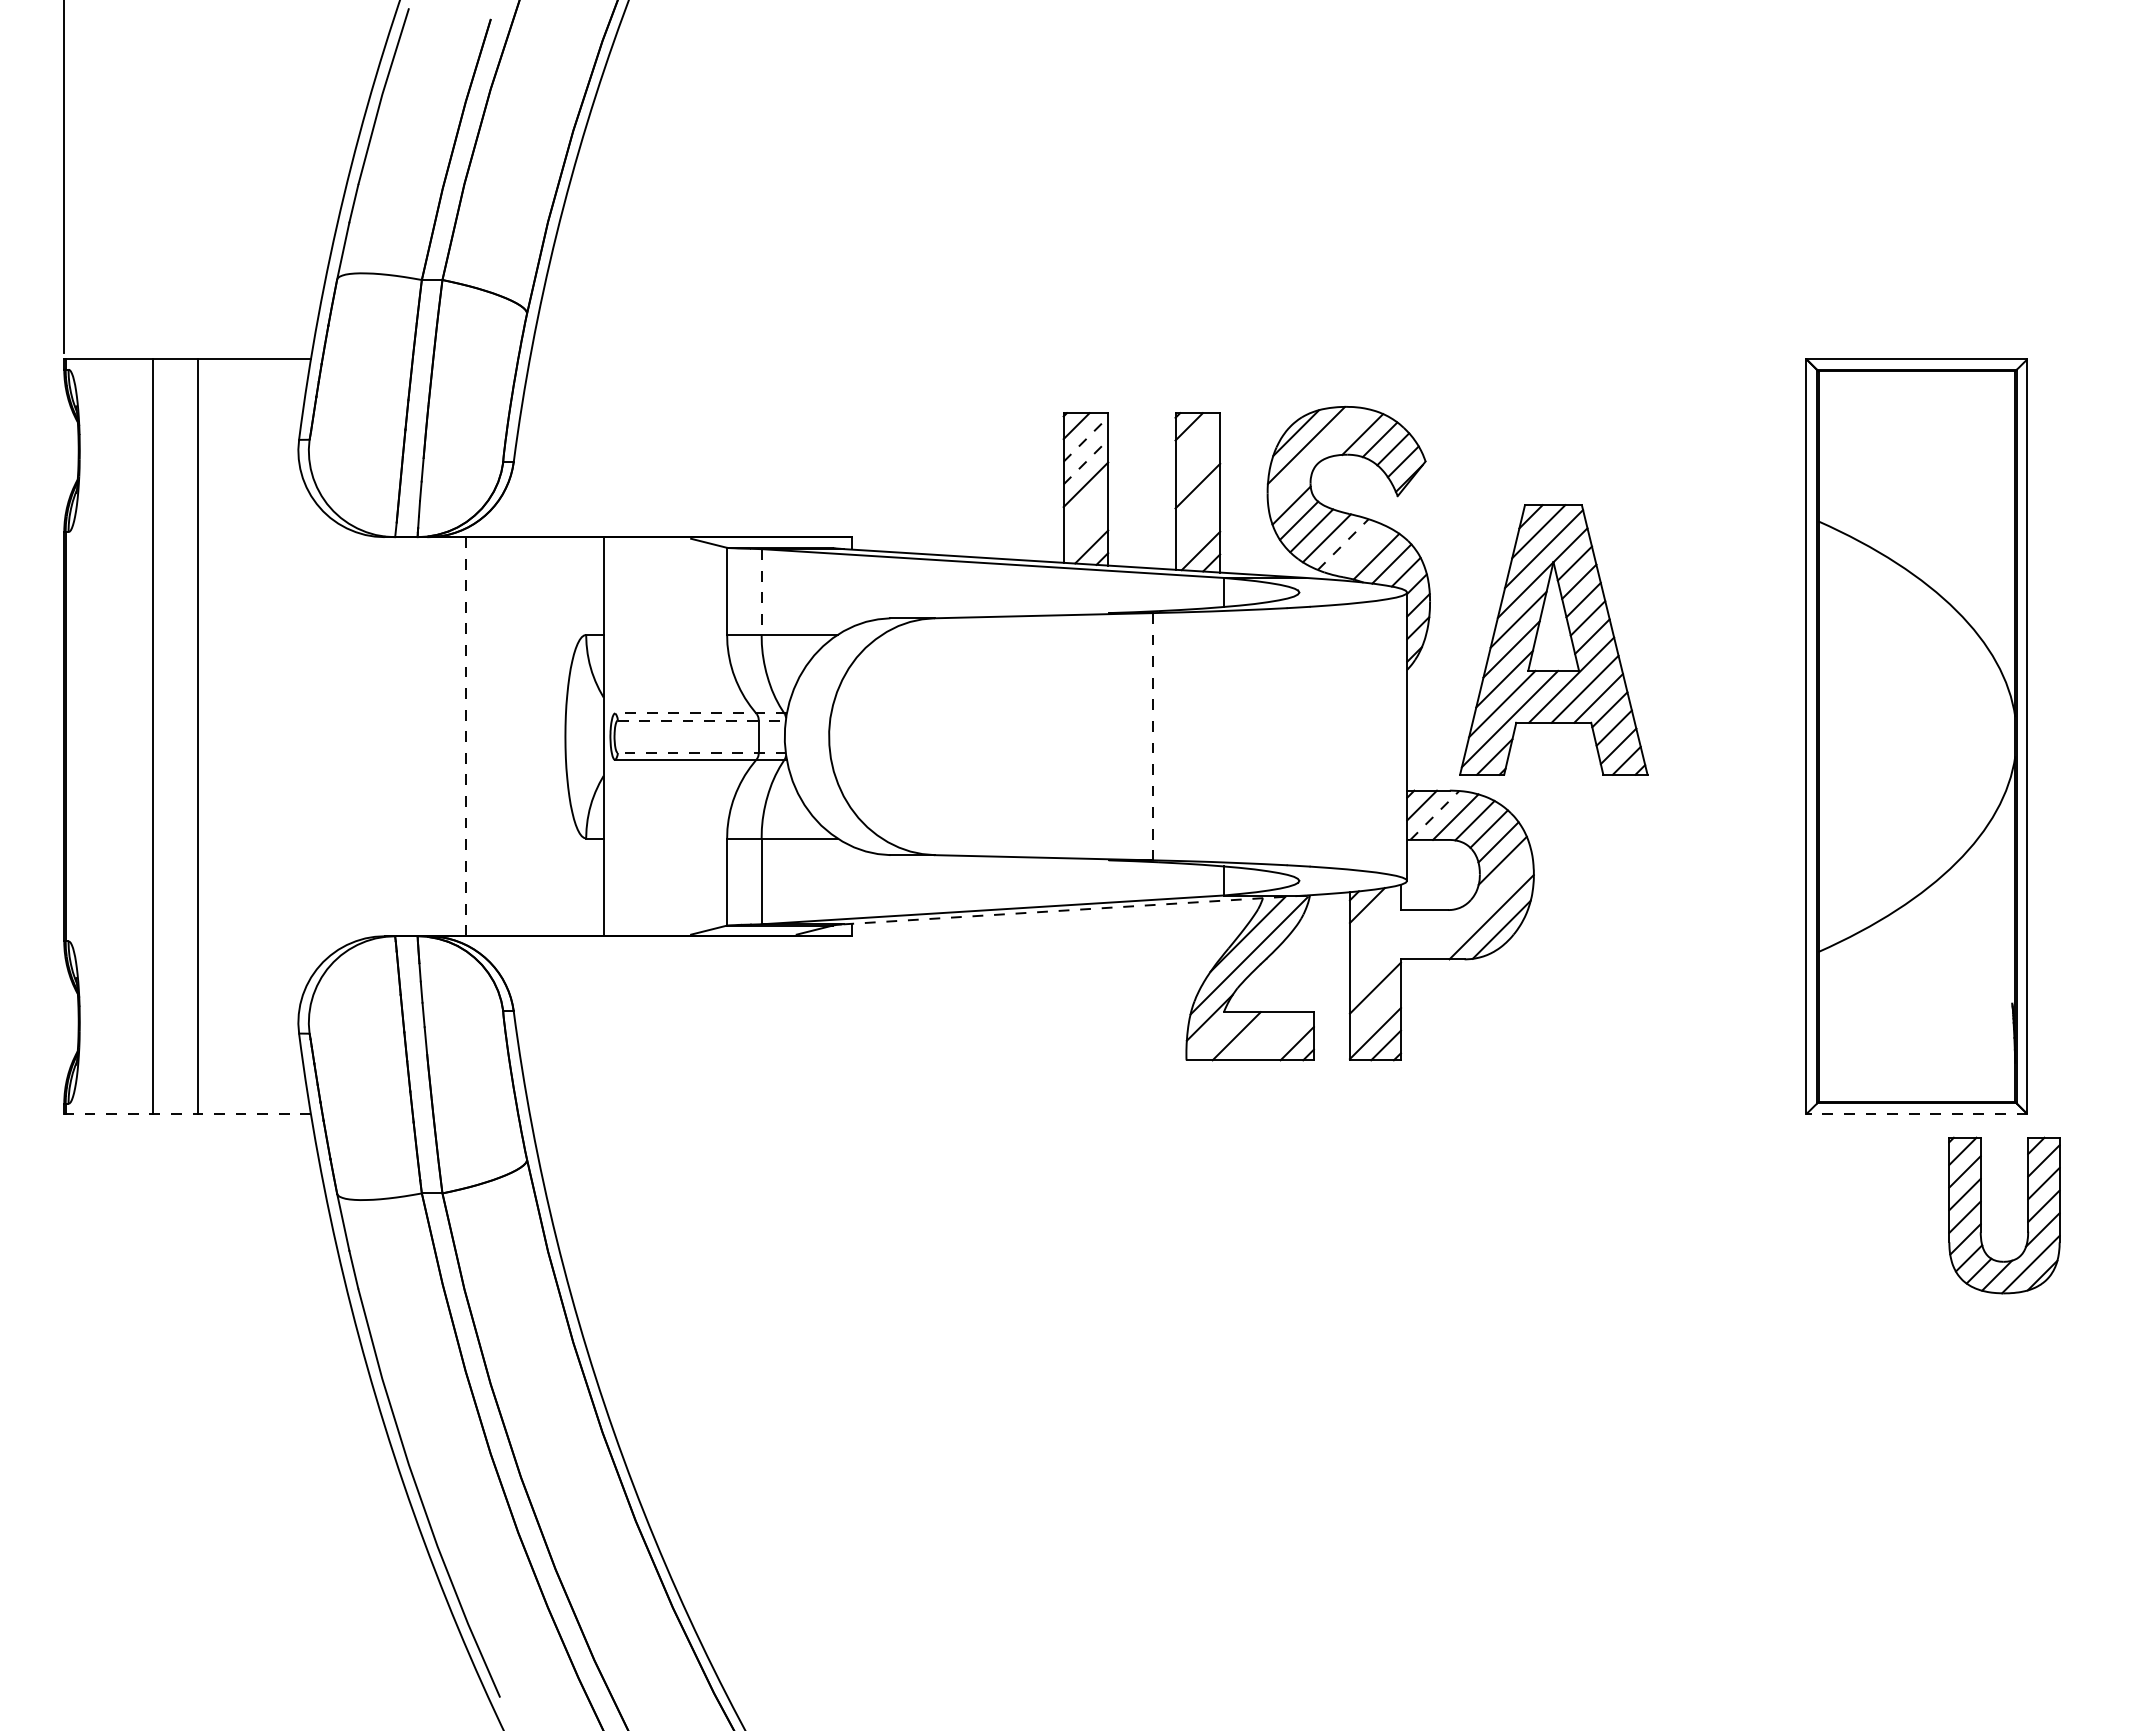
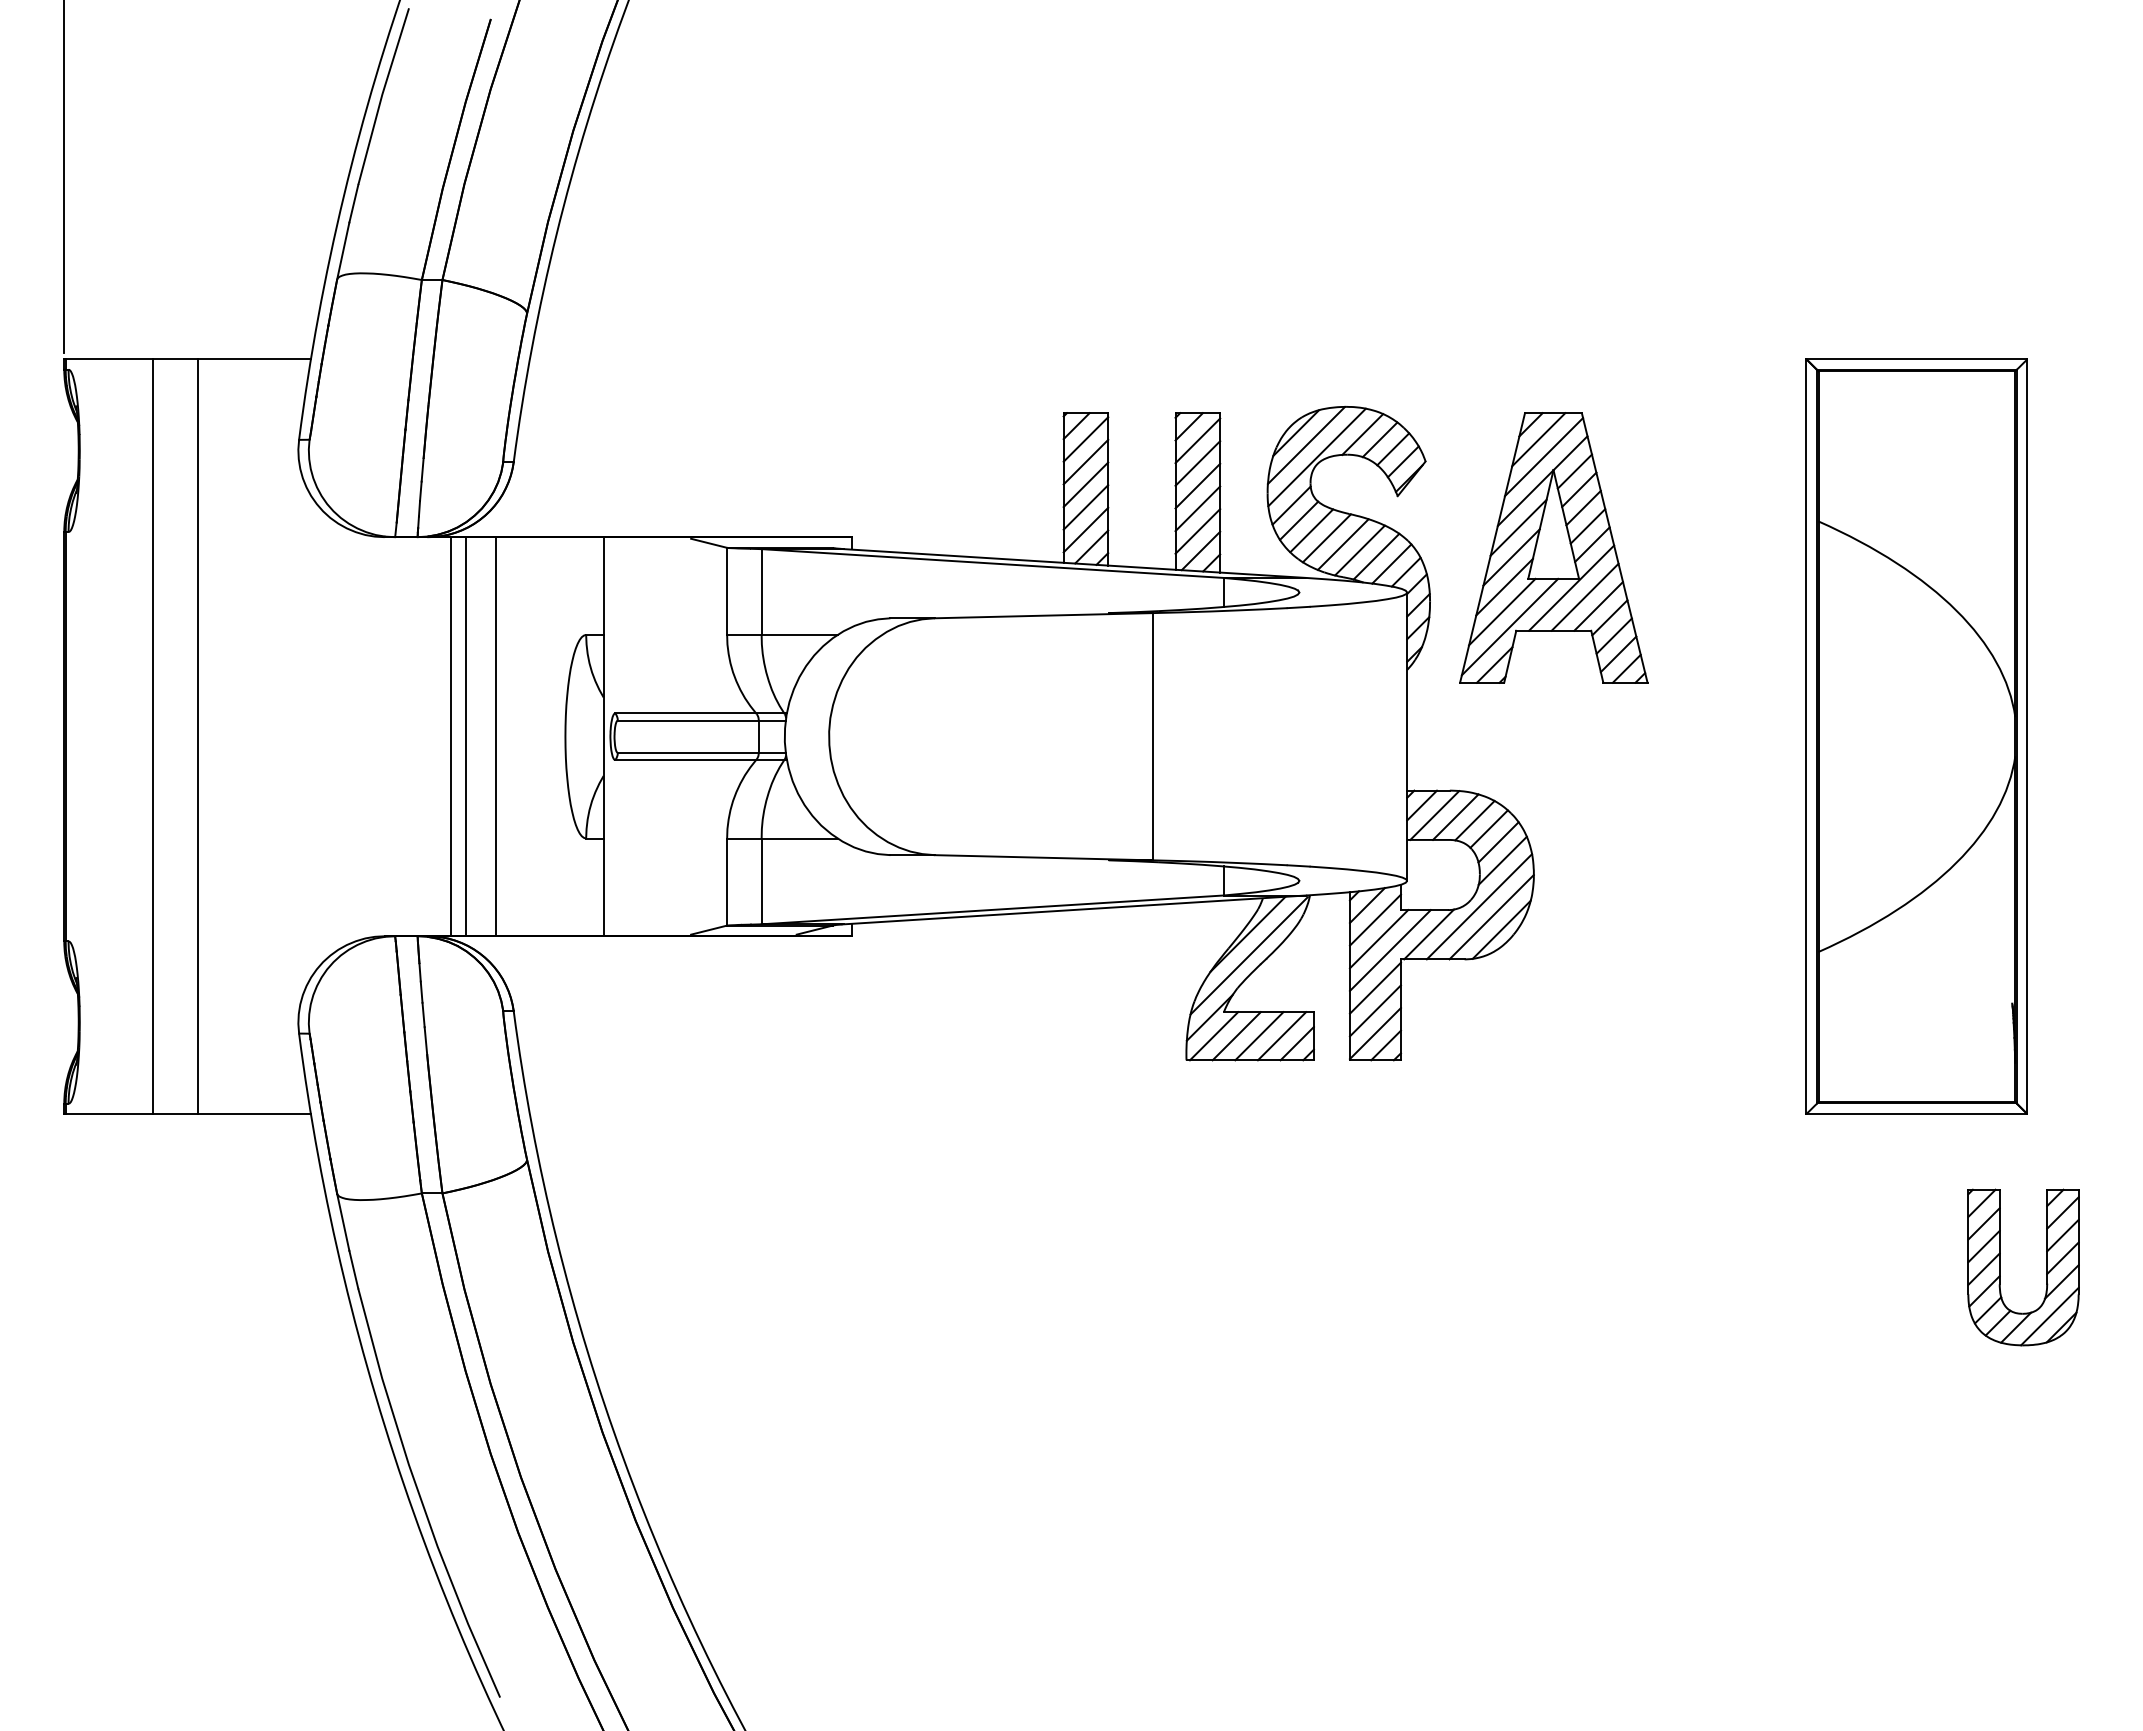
line at (1085, 439): dashed -> solid
line at (1197, 440): none -> present
line at (1316, 457): none -> present
line at (1085, 462): dashed -> solid
line at (1197, 463): none -> present
line at (1085, 507): none -> present
line at (1197, 508): none -> present
line at (1085, 529): none -> present
line at (1197, 531): none -> present
line at (1343, 544): dashed -> solid
line at (1359, 550): none -> present
line at (761, 592): dashed -> solid
part at (1553, 639) position: (1553, 639) -> (1553, 547)
line at (701, 713): dashed -> solid
line at (702, 720): dashed -> solid
line at (450, 736): none -> present
line at (465, 736): dashed -> solid
line at (495, 736): none -> present
line at (1152, 736): dashed -> solid
line at (701, 752): dashed -> solid
line at (1434, 815): dashed -> solid
line at (1479, 906): none -> present
line at (1073, 909): dashed -> solid
line at (1374, 919): none -> present
line at (1429, 934): none -> present
line at (1378, 939): none -> present
line at (1389, 950): none -> present
line at (1374, 1010): none -> present
line at (1213, 1036): none -> present
line at (1259, 1036): none -> present
line at (1281, 1036): none -> present
line at (187, 1114): dashed -> solid
line at (1916, 1114): dashed -> solid
part at (1981, 1215) position: (1981, 1215) -> (2000, 1267)
